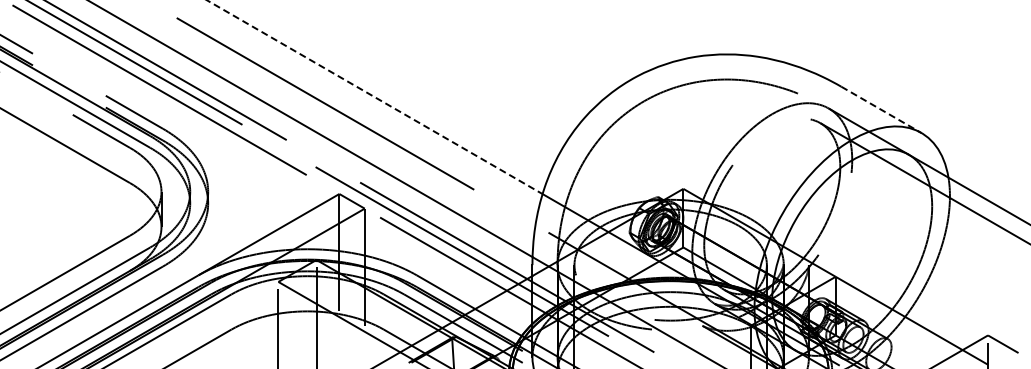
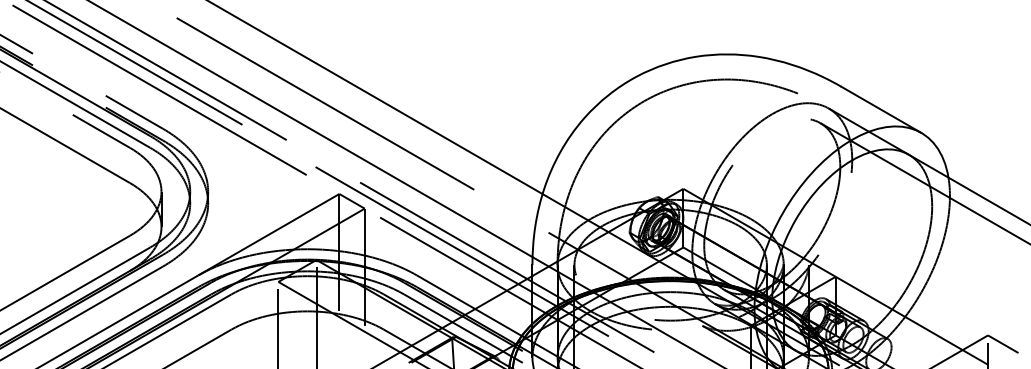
line at (374, 97): dashed -> solid
line at (881, 110): dashed -> solid
